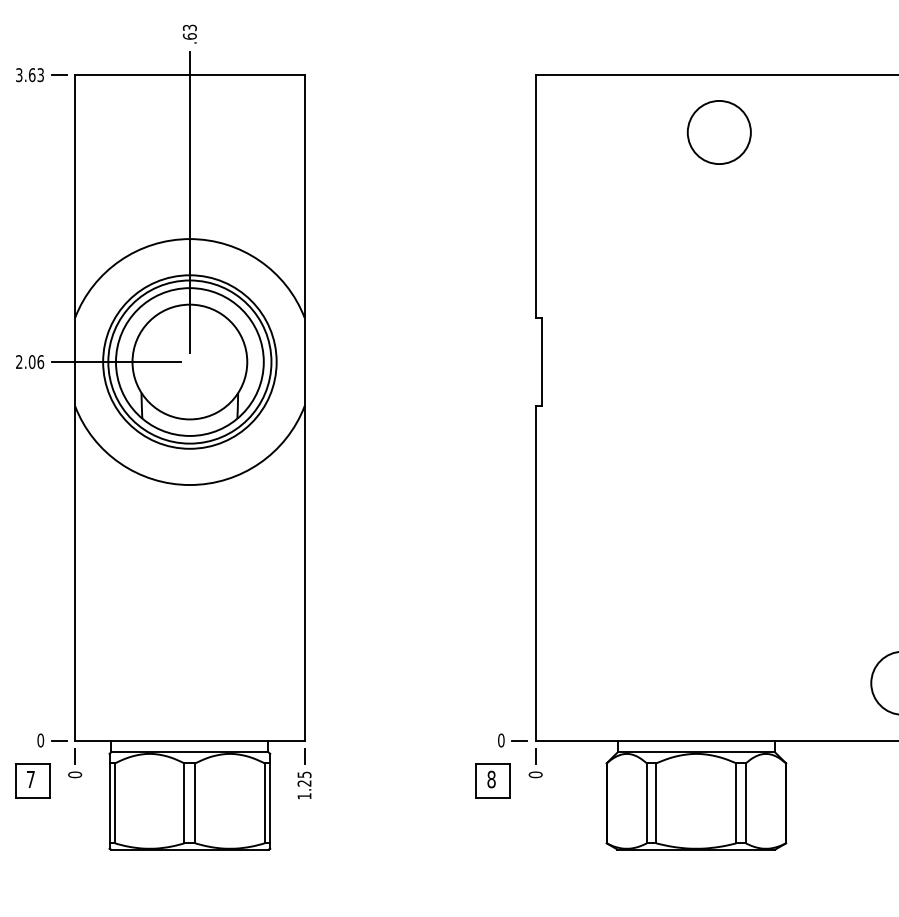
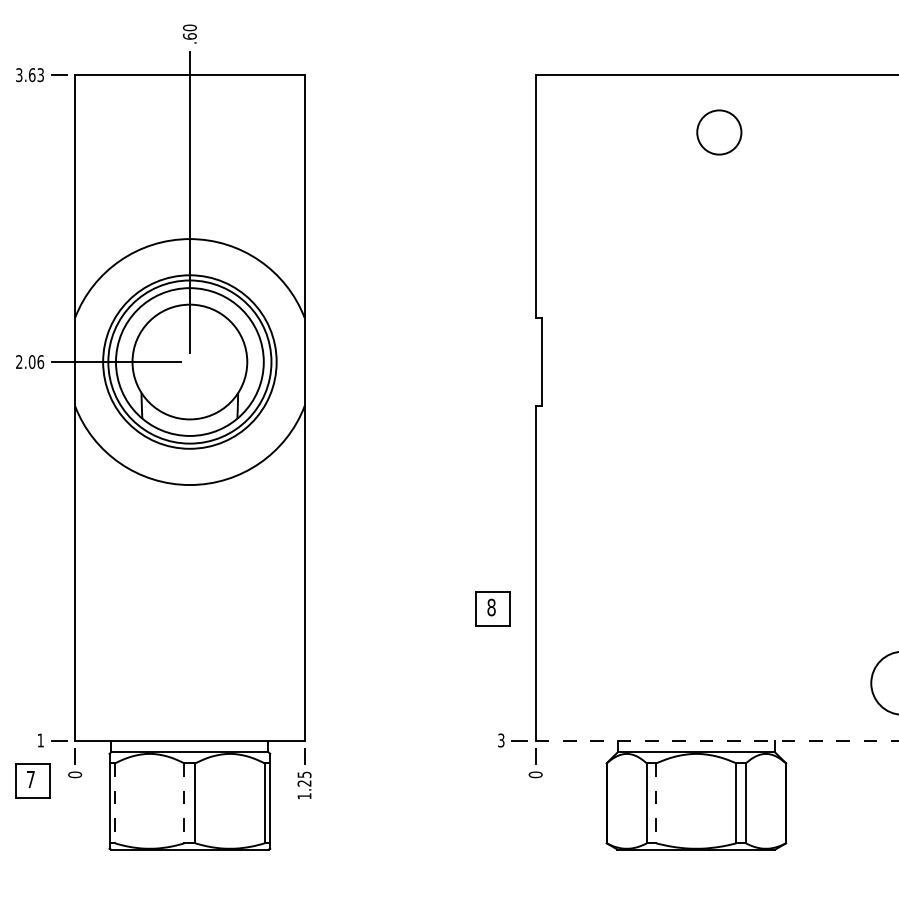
text at (189, 27): .63 -> .60
circle at (718, 132) diameter: 63 px -> 44 px
text at (40, 740): 0 -> 1
text at (501, 740): 0 -> 3
line at (717, 740): solid -> dashed
part at (492, 780) position: (492, 780) -> (492, 608)
line at (115, 803): solid -> dashed
line at (184, 803): solid -> dashed
line at (656, 803): solid -> dashed
